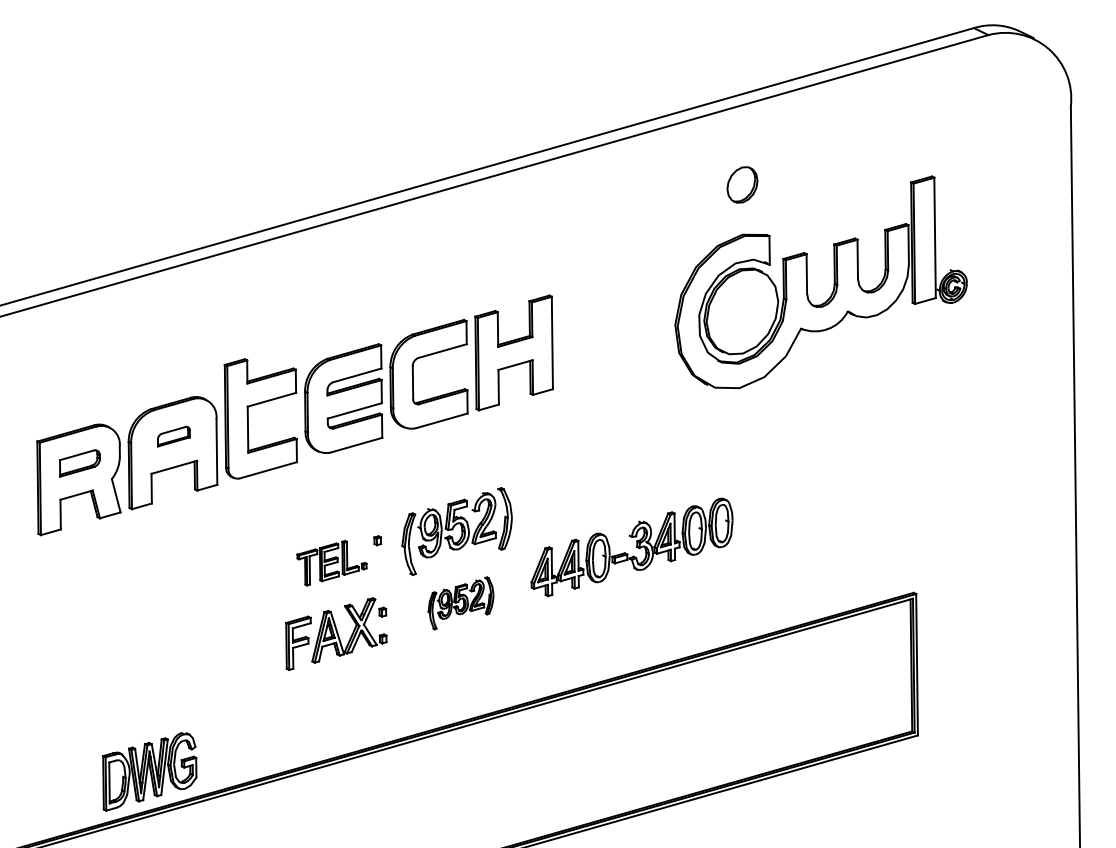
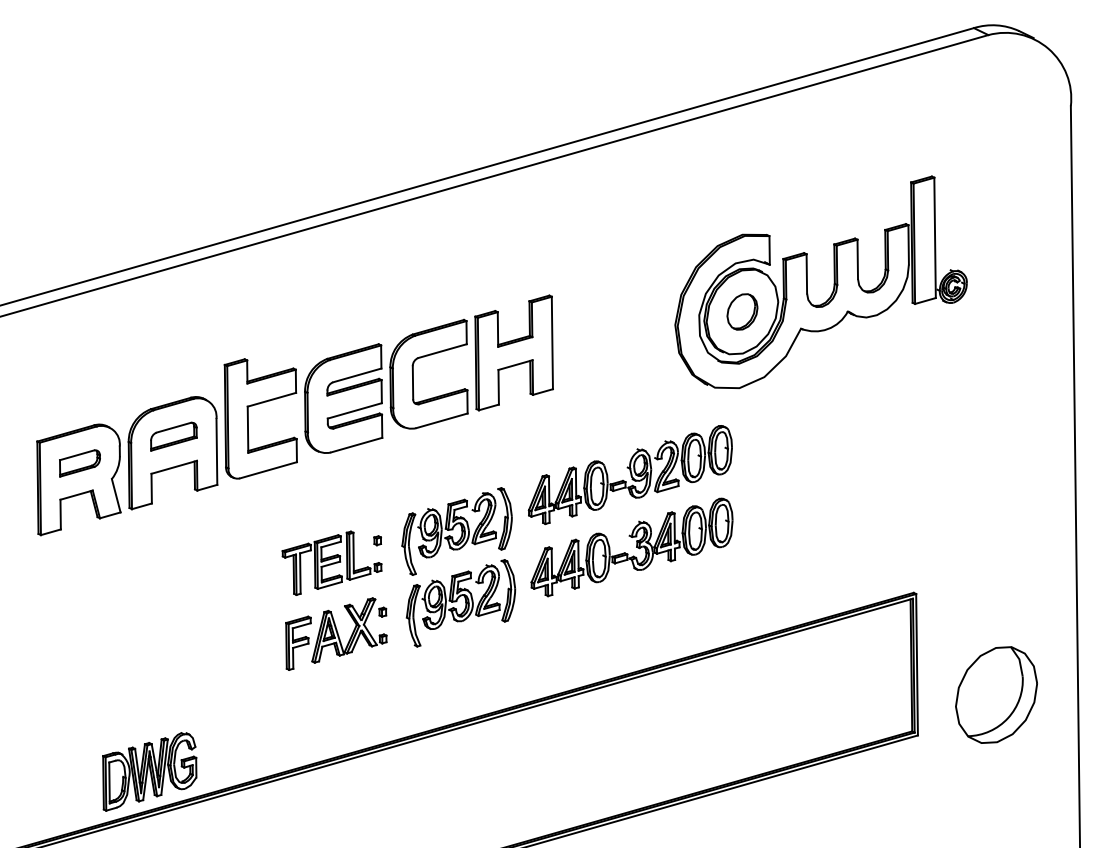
part at (742, 184) position: (742, 184) -> (742, 311)
part at (173, 436) size: 34x23 px -> 48x31 px
part at (629, 475): none -> present
part at (331, 563) size: 72x47 px -> 102x66 px
part at (460, 603) size: 68x55 px -> 112x89 px
part at (996, 694): none -> present
